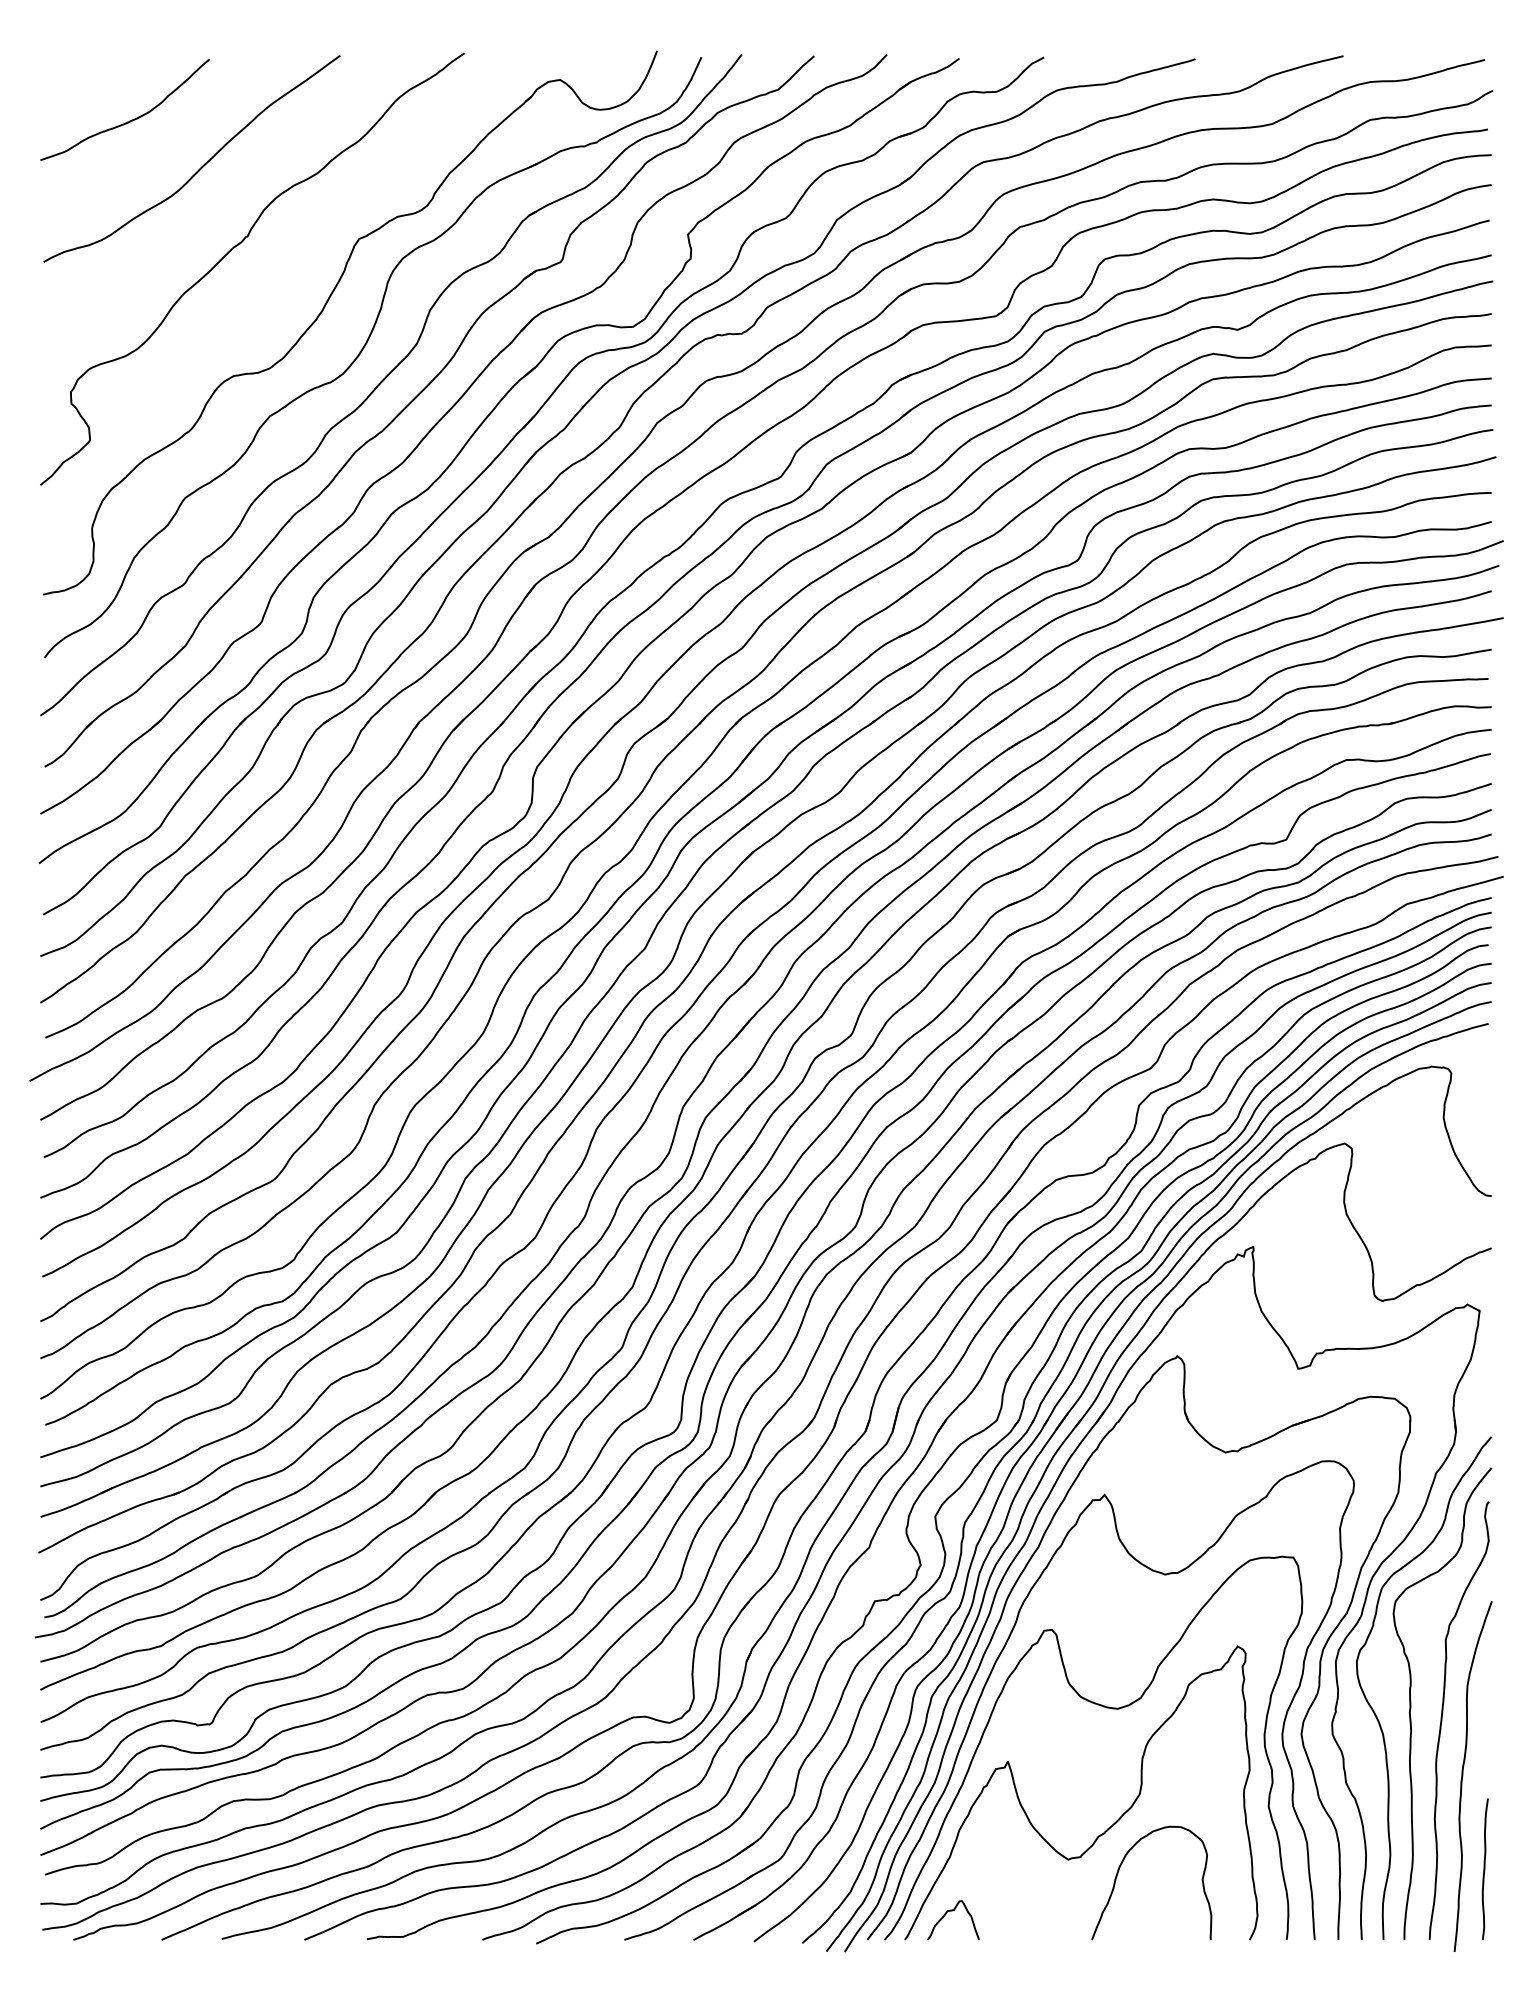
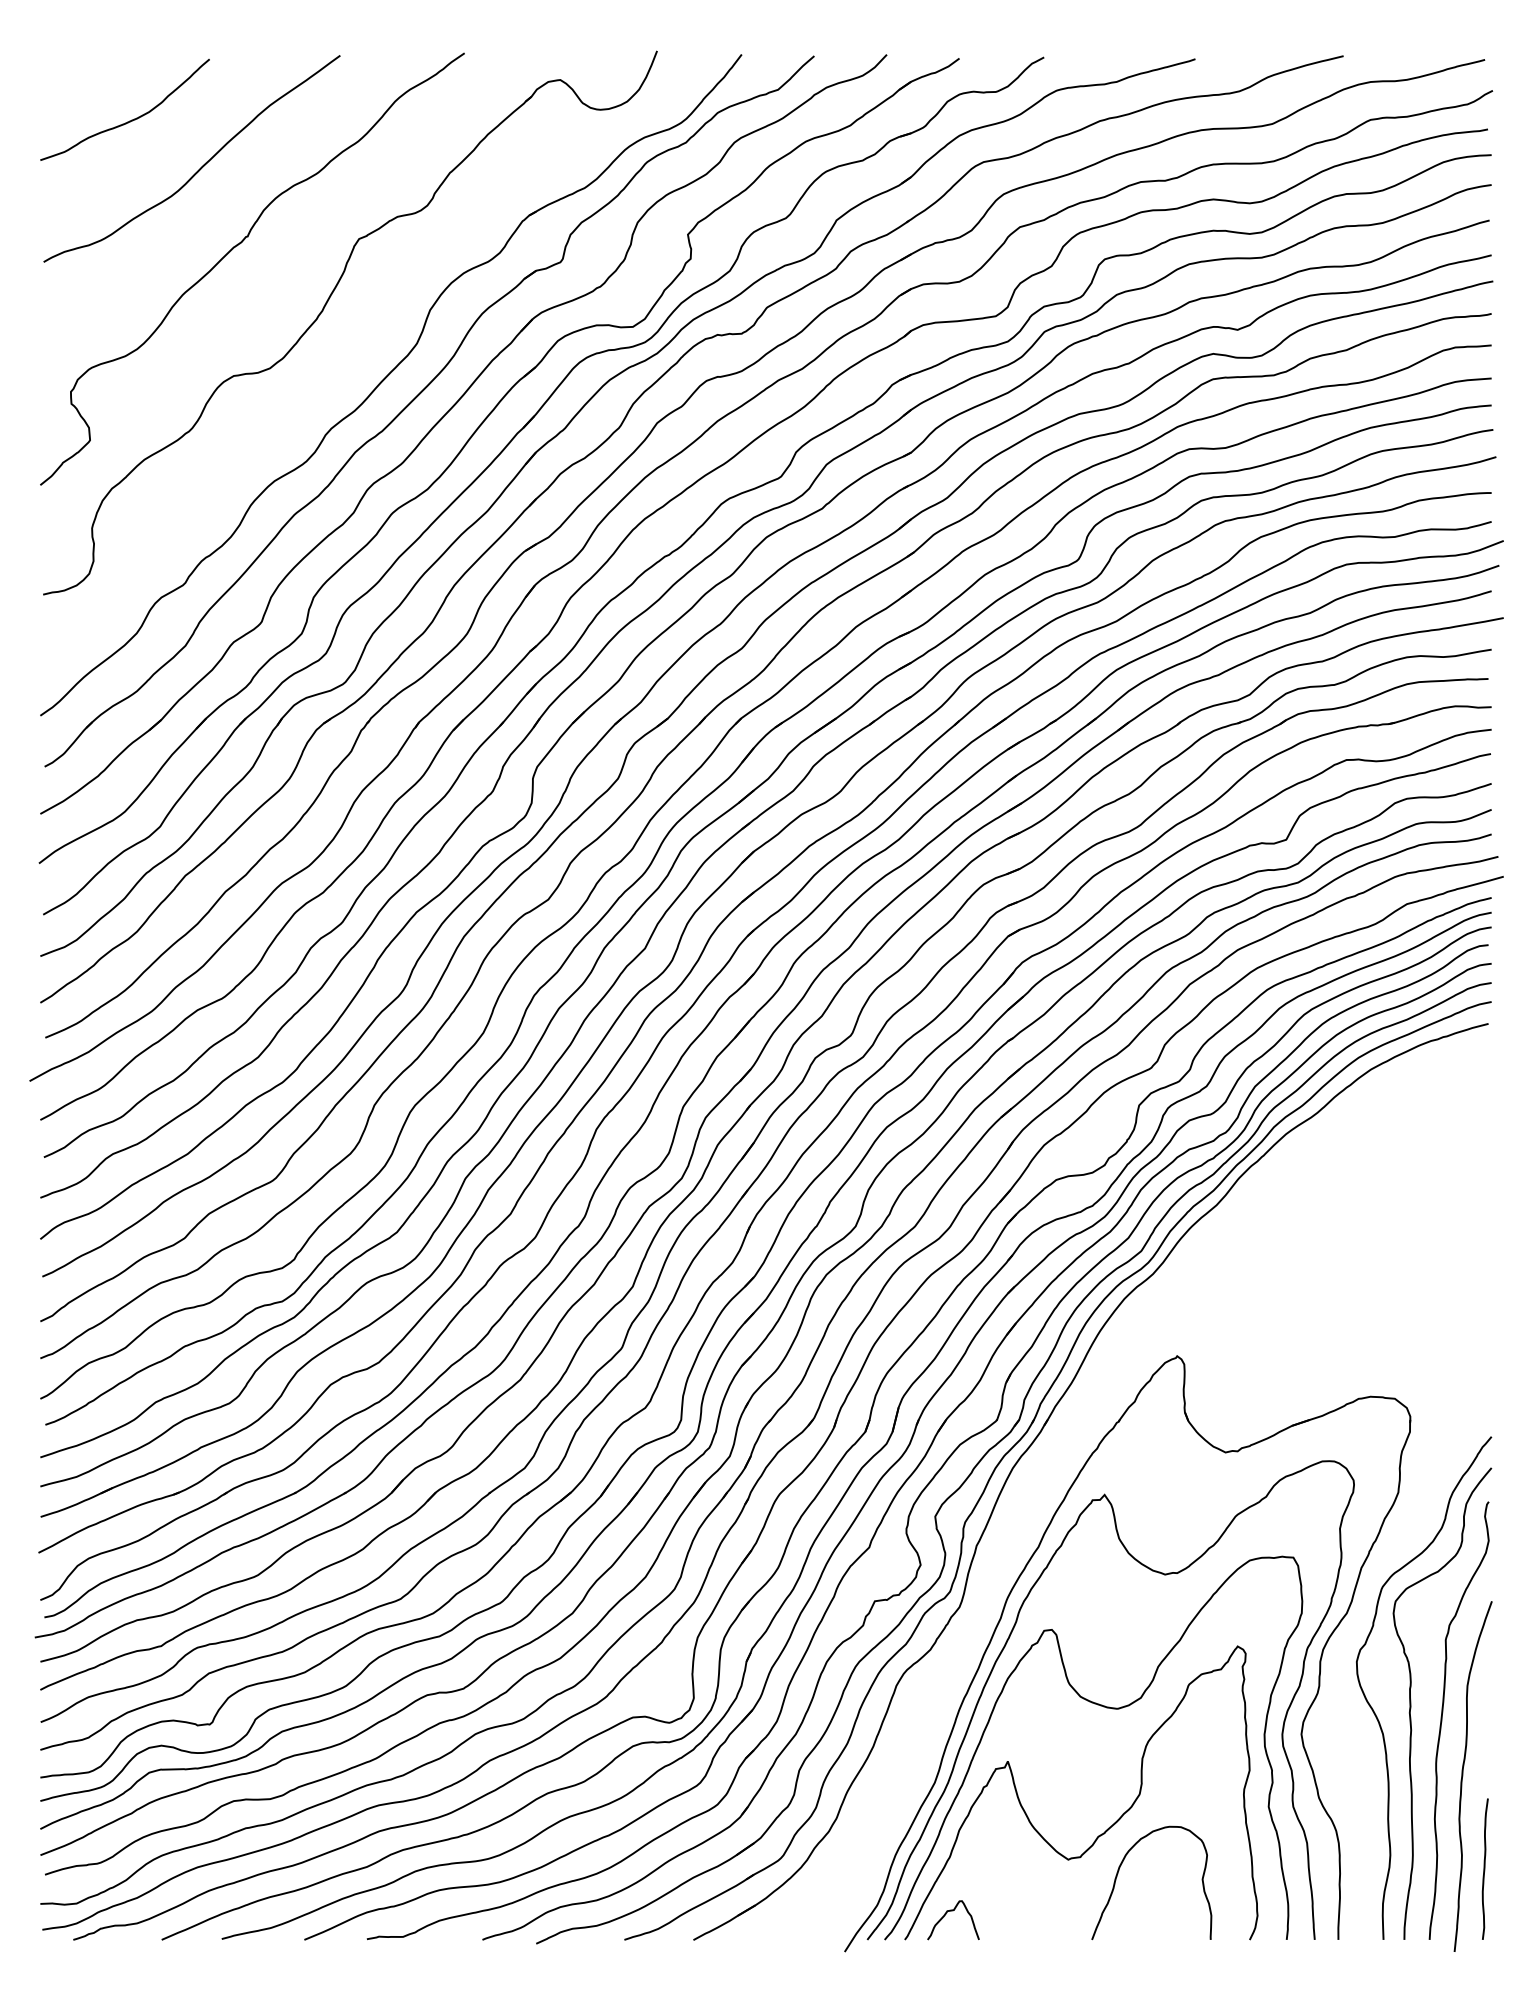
part at (362, 351): present -> none
part at (1060, 1476): present -> none
